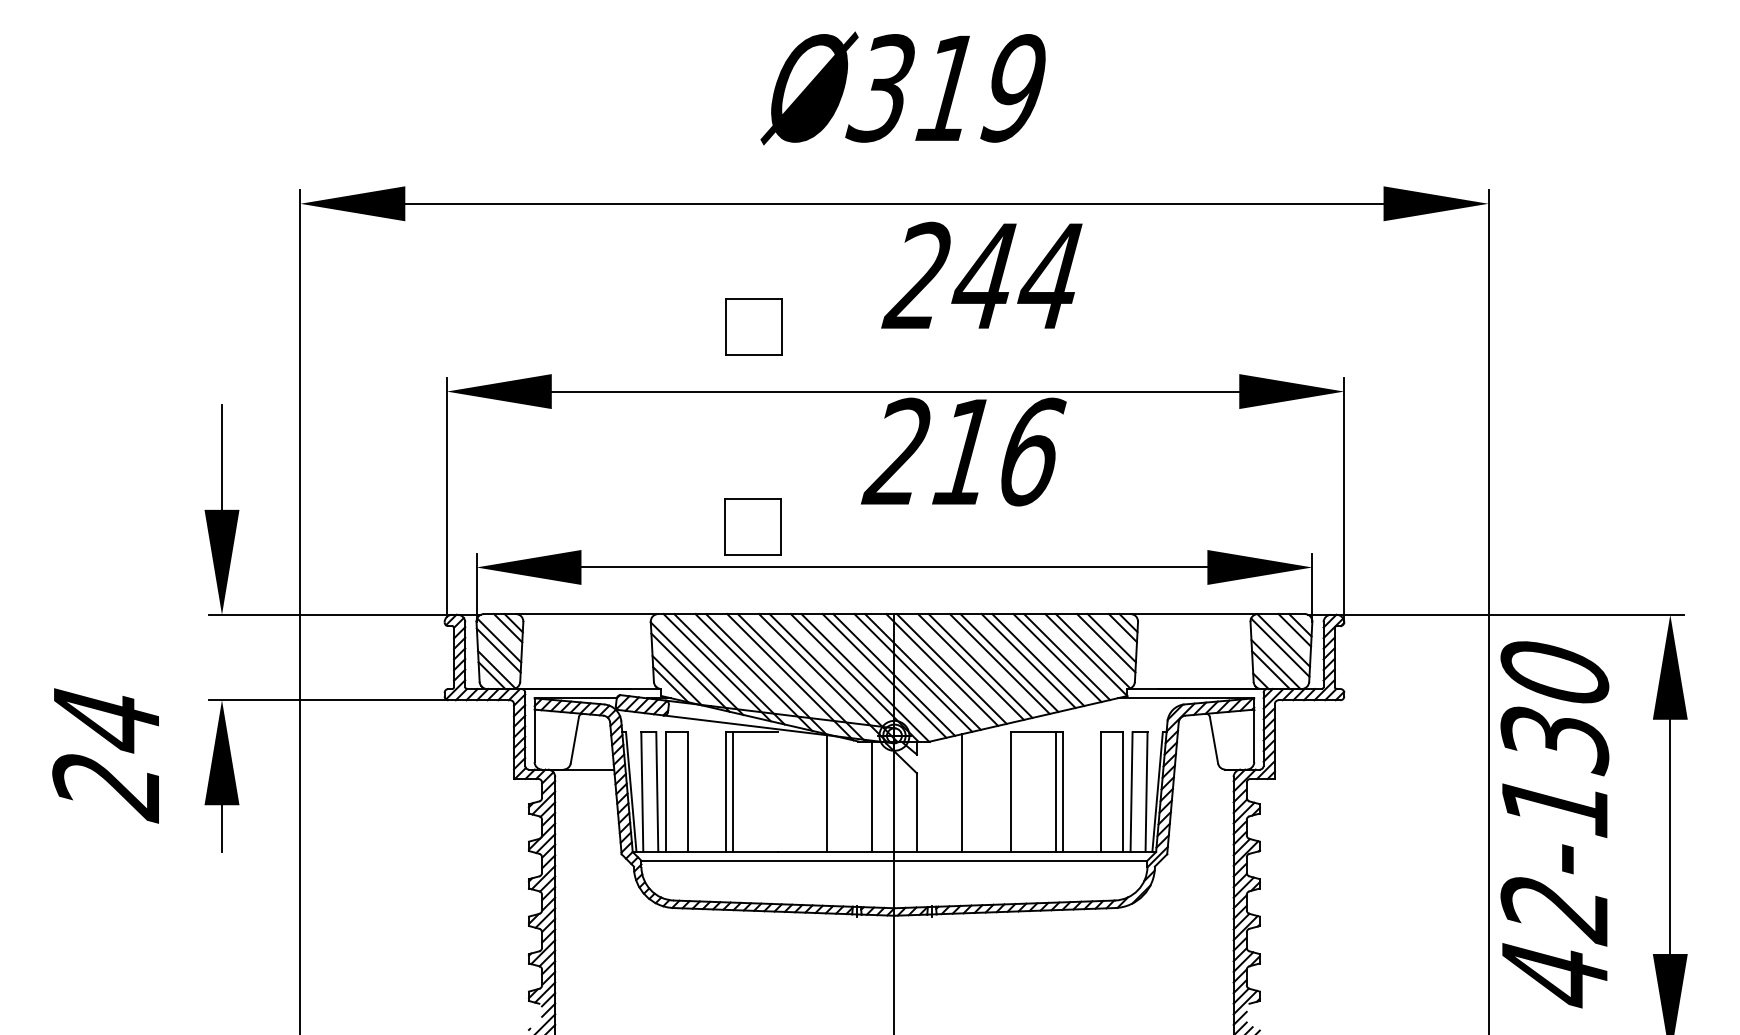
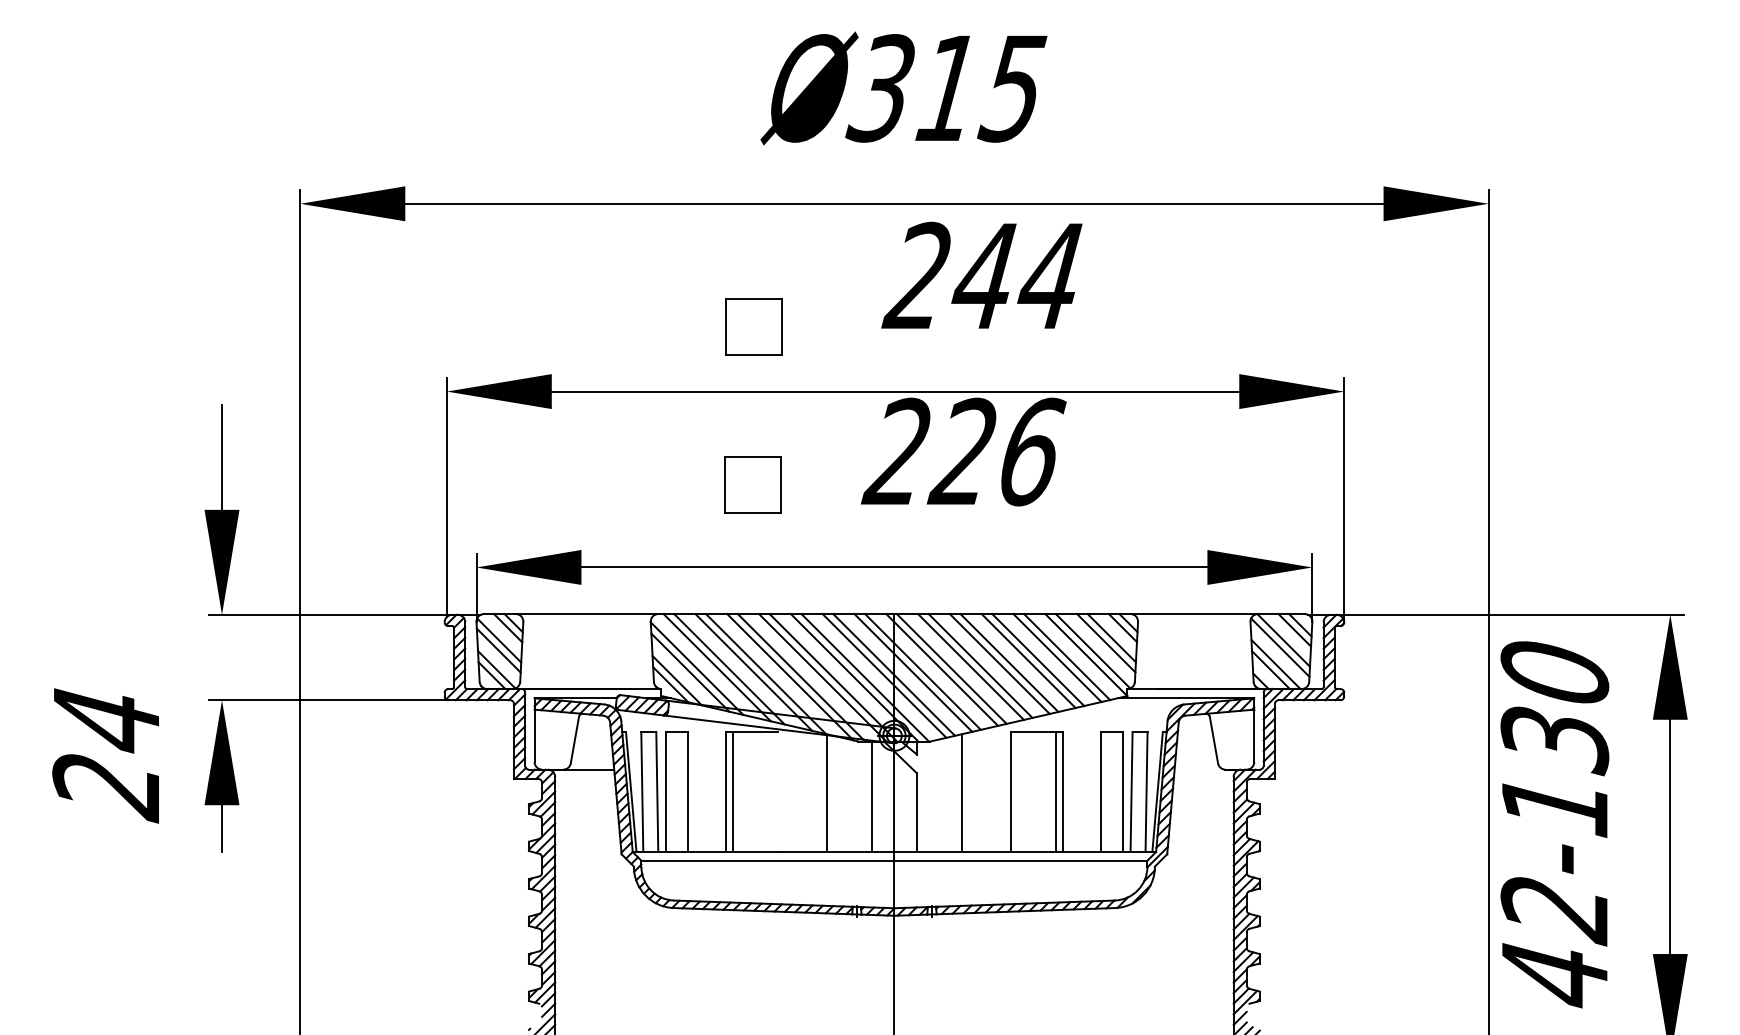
text at (1012, 88): Ø319 -> Ø315
text at (961, 450): 216 -> 226
part at (752, 526) position: (752, 526) -> (752, 484)
